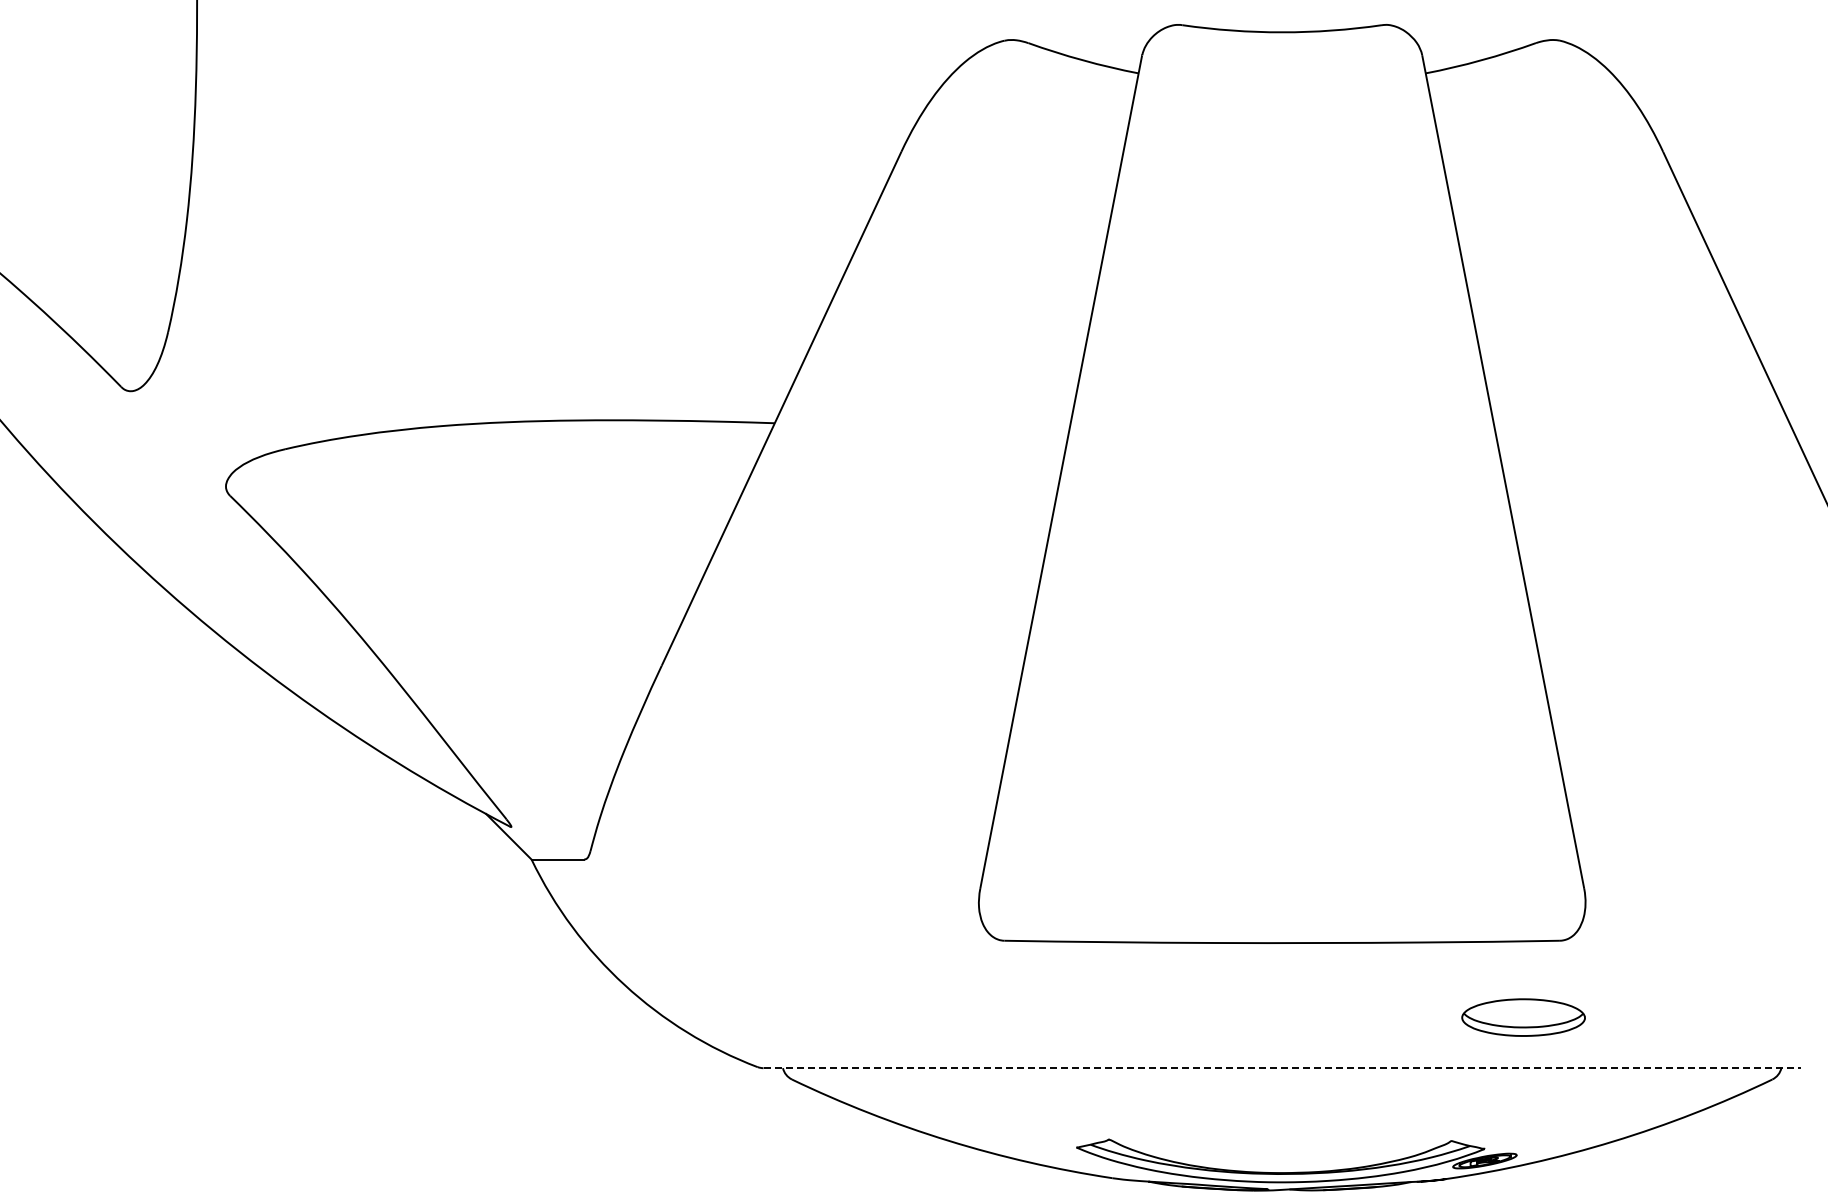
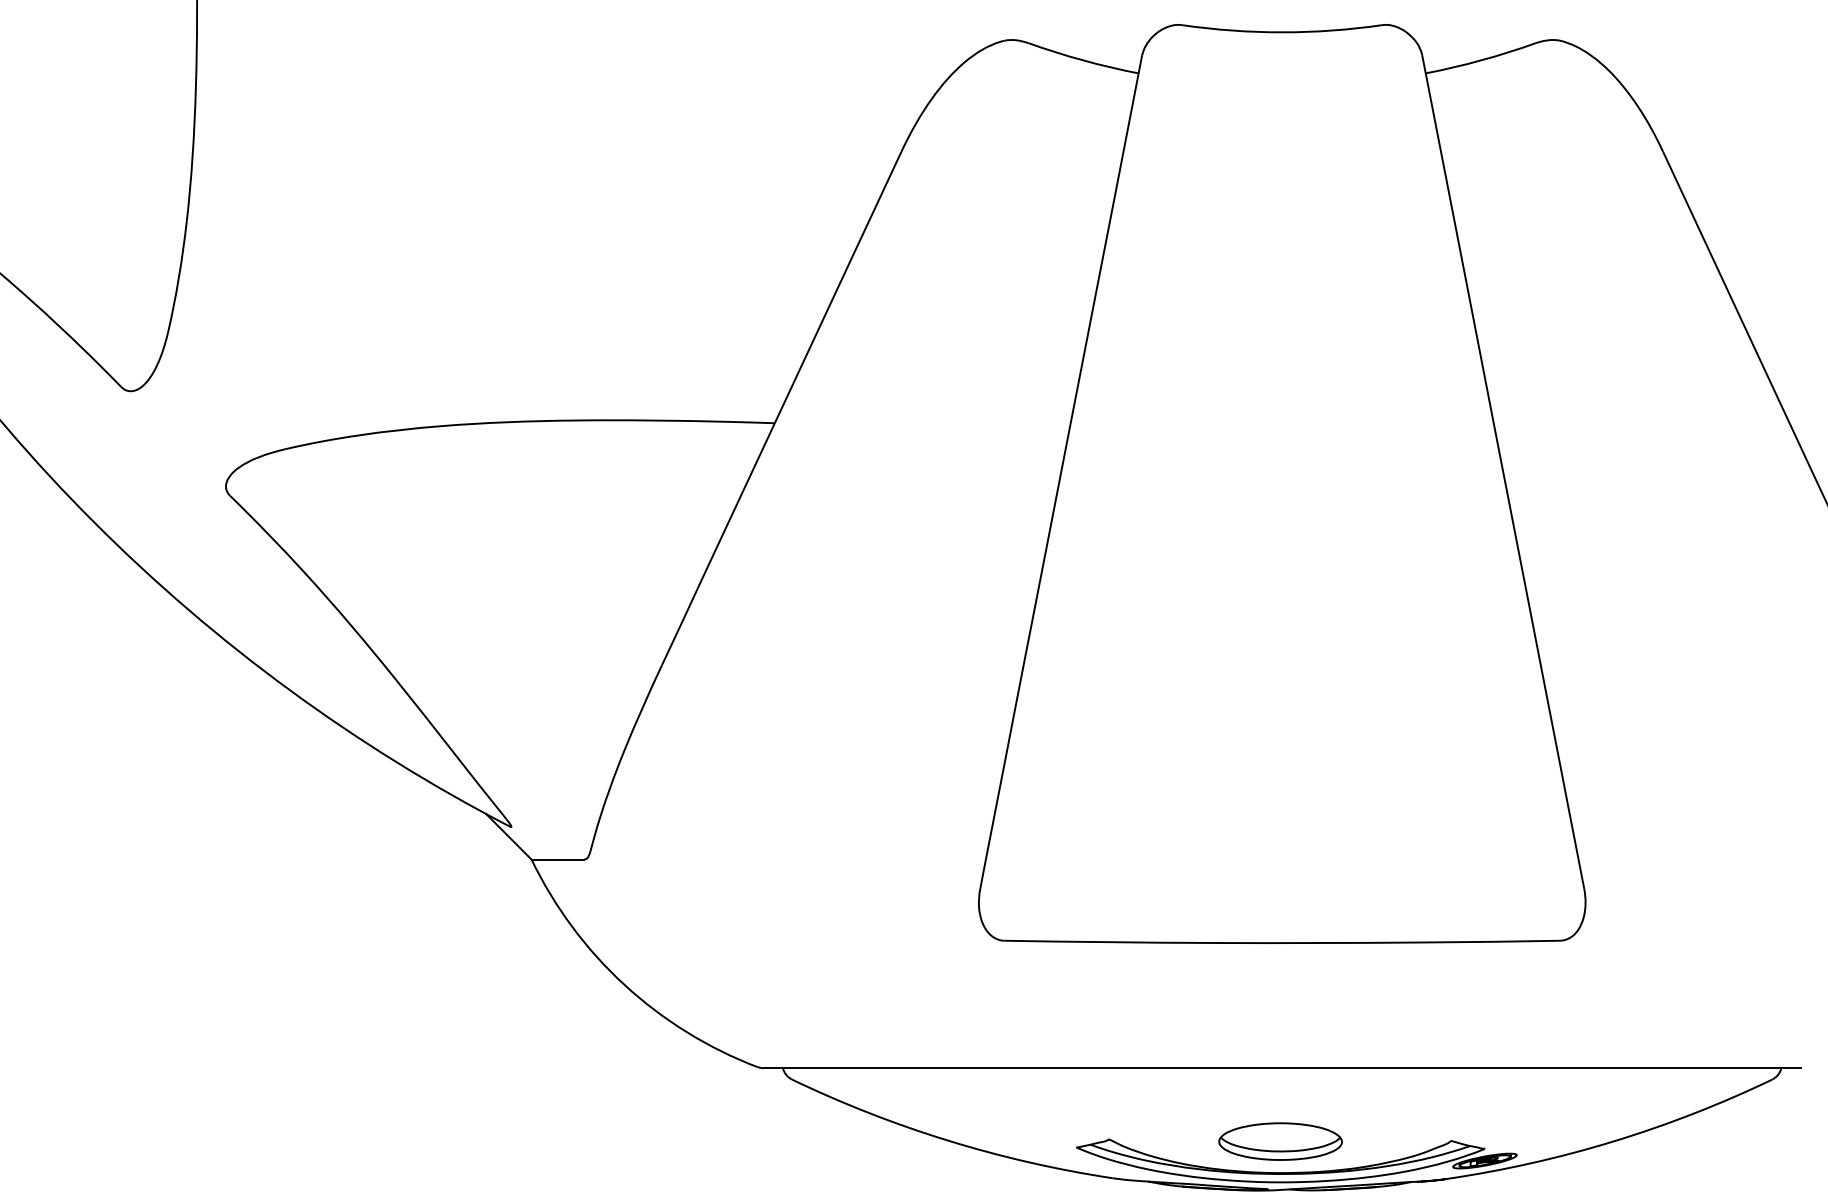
part at (1523, 1017) position: (1523, 1017) -> (1280, 1141)
line at (1282, 1068): dashed -> solid
